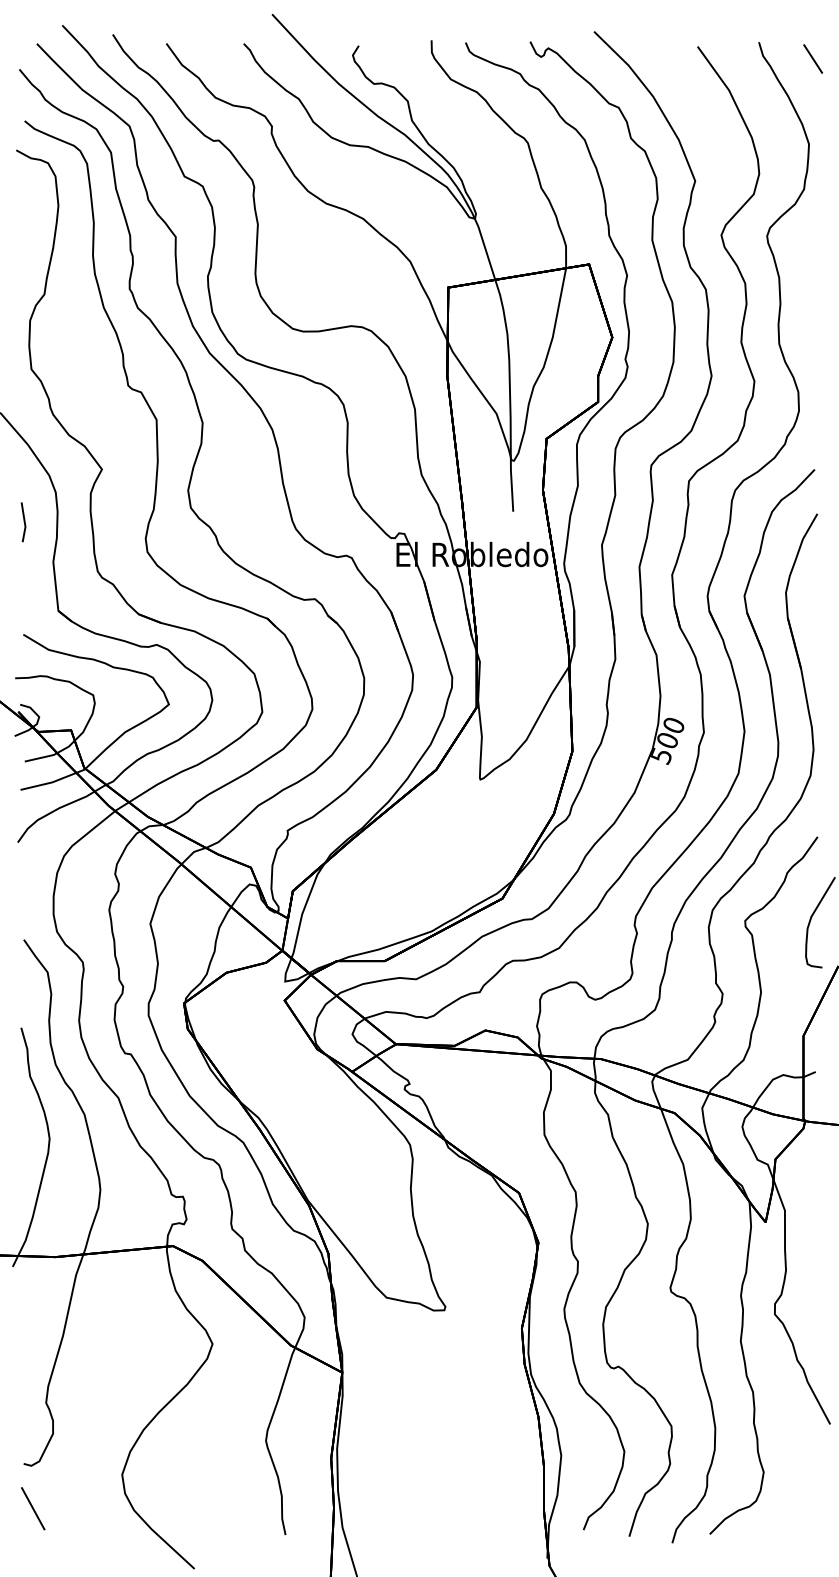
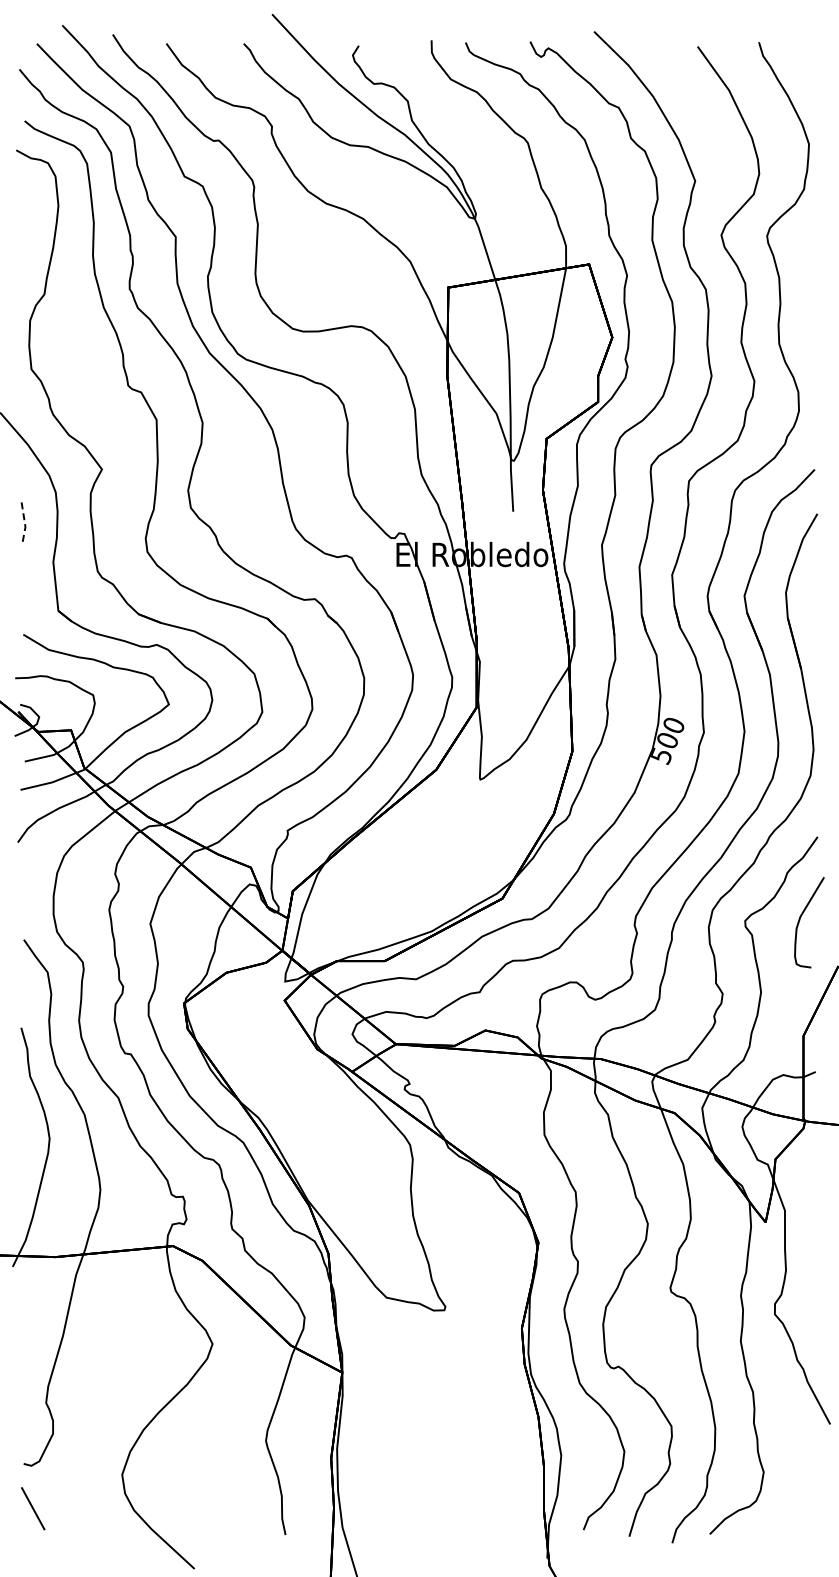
line at (812, 58): present -> none
line at (24, 523): solid -> dashed
curve at (811, 920) position: (811, 920) -> (800, 920)
